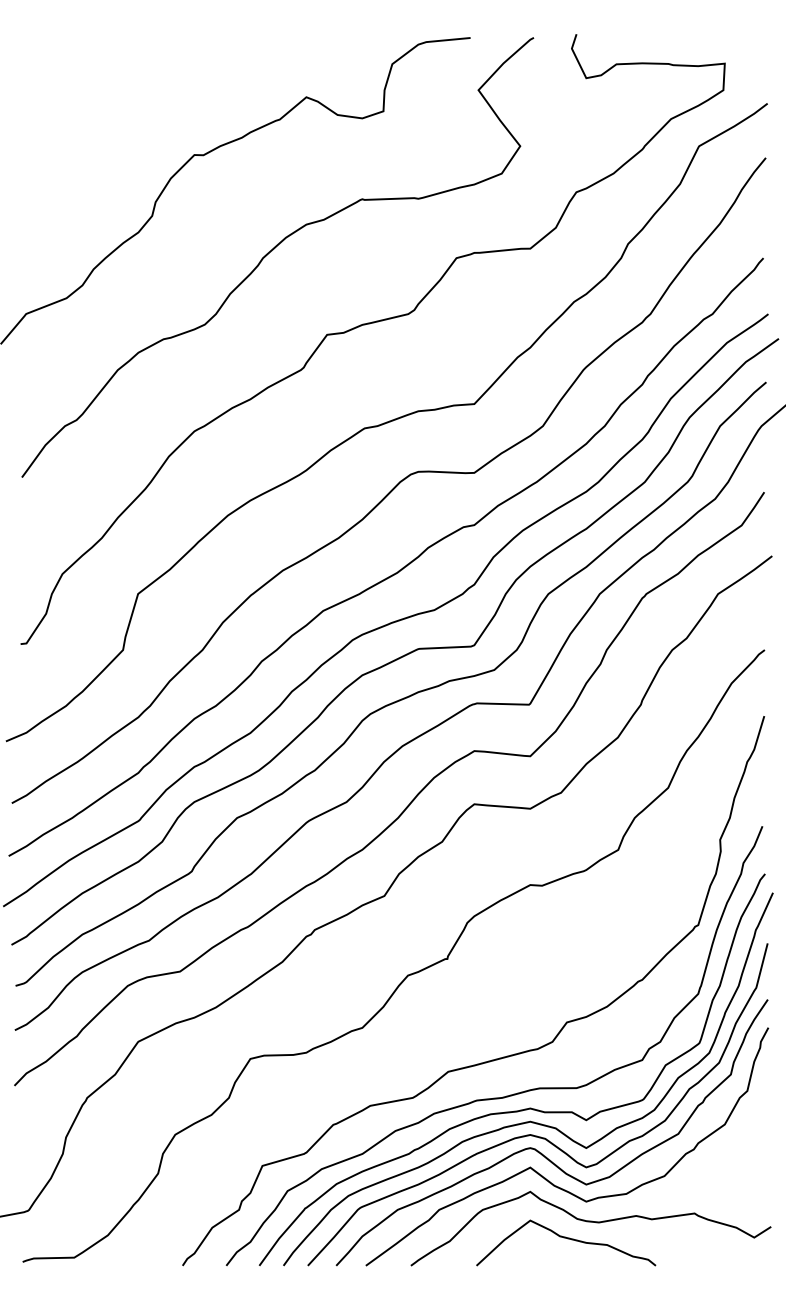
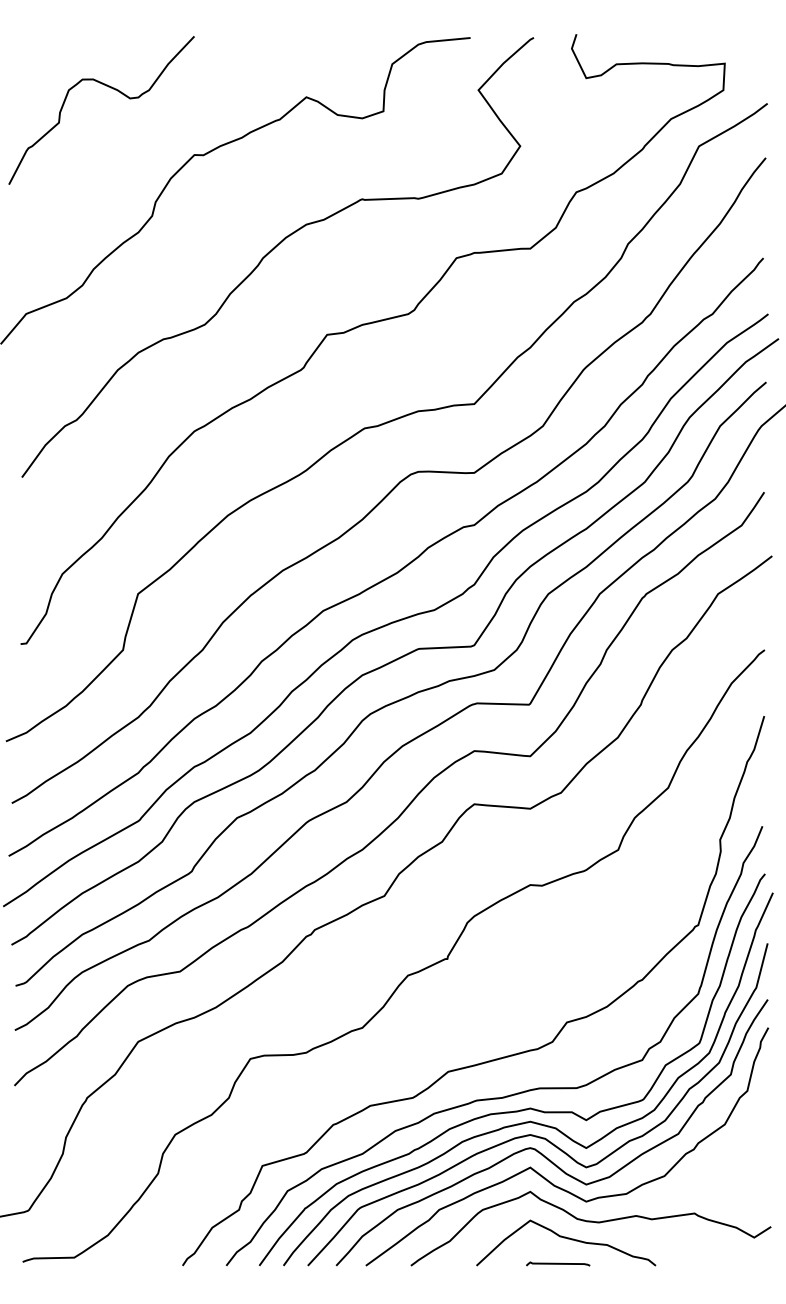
curve at (110, 88): none -> present
curve at (558, 1263): none -> present
